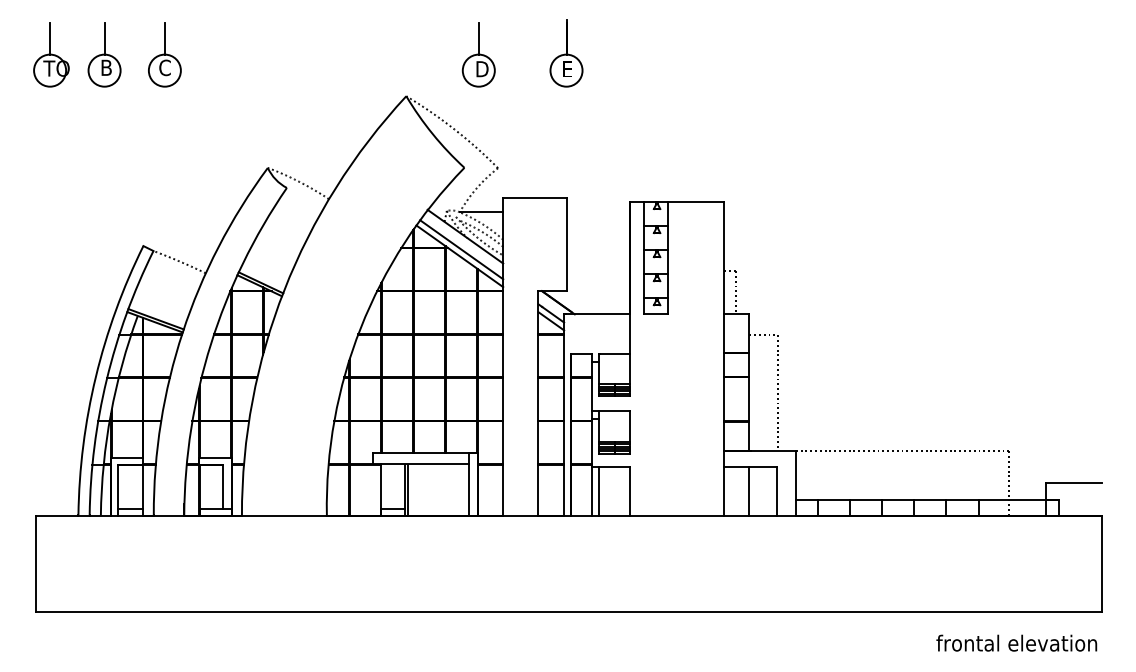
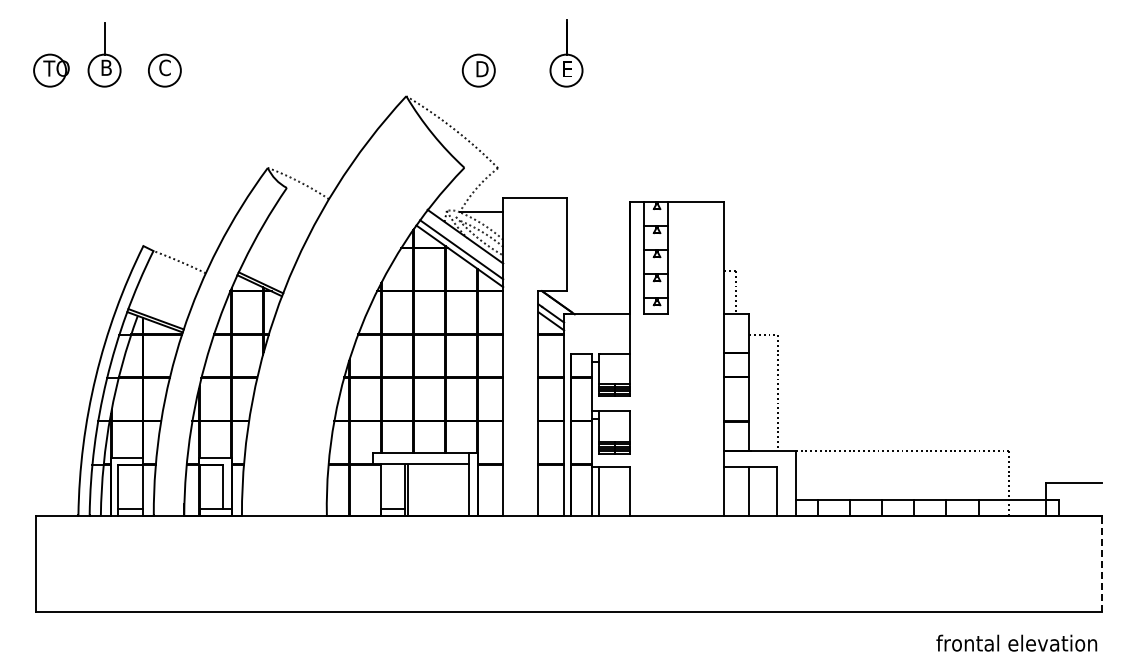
line at (50, 38): present -> none
line at (164, 38): present -> none
line at (478, 38): present -> none
line at (1101, 563): solid -> dashed
